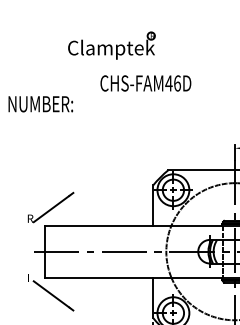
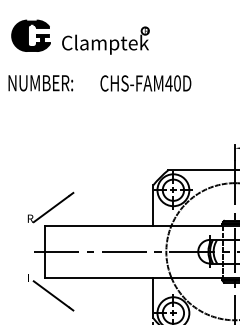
part at (30, 35): none -> present
part at (111, 45) position: (111, 45) -> (105, 40)
text at (177, 83): CHS-FAM46D -> CHS-FAM40D
text at (40, 104) position: (40, 104) -> (40, 83)
